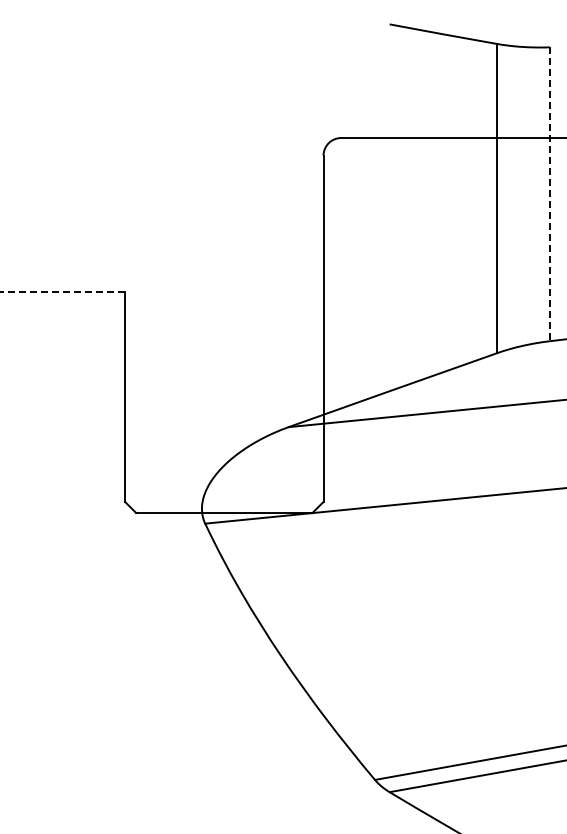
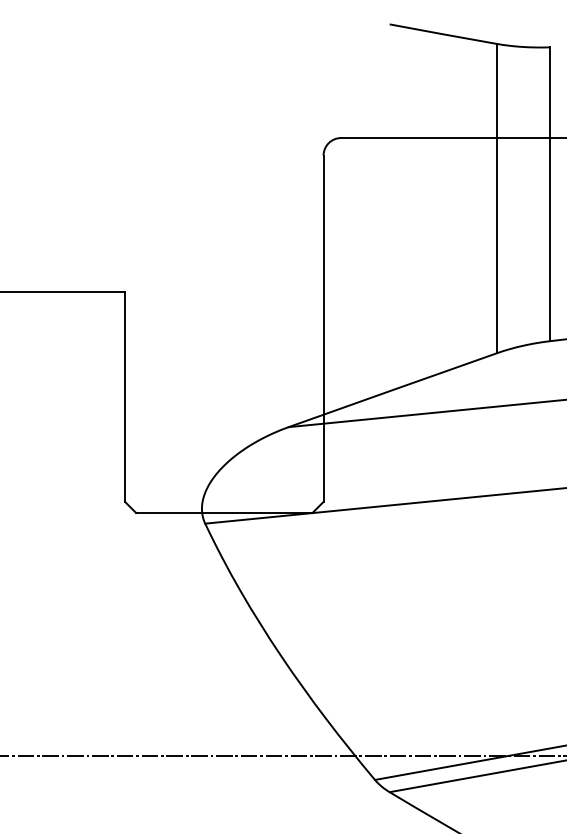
line at (549, 194): dashed -> solid
line at (62, 292): dashed -> solid
line at (282, 755): none -> present
